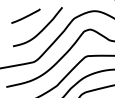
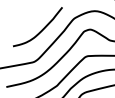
line at (26, 15): present -> none
